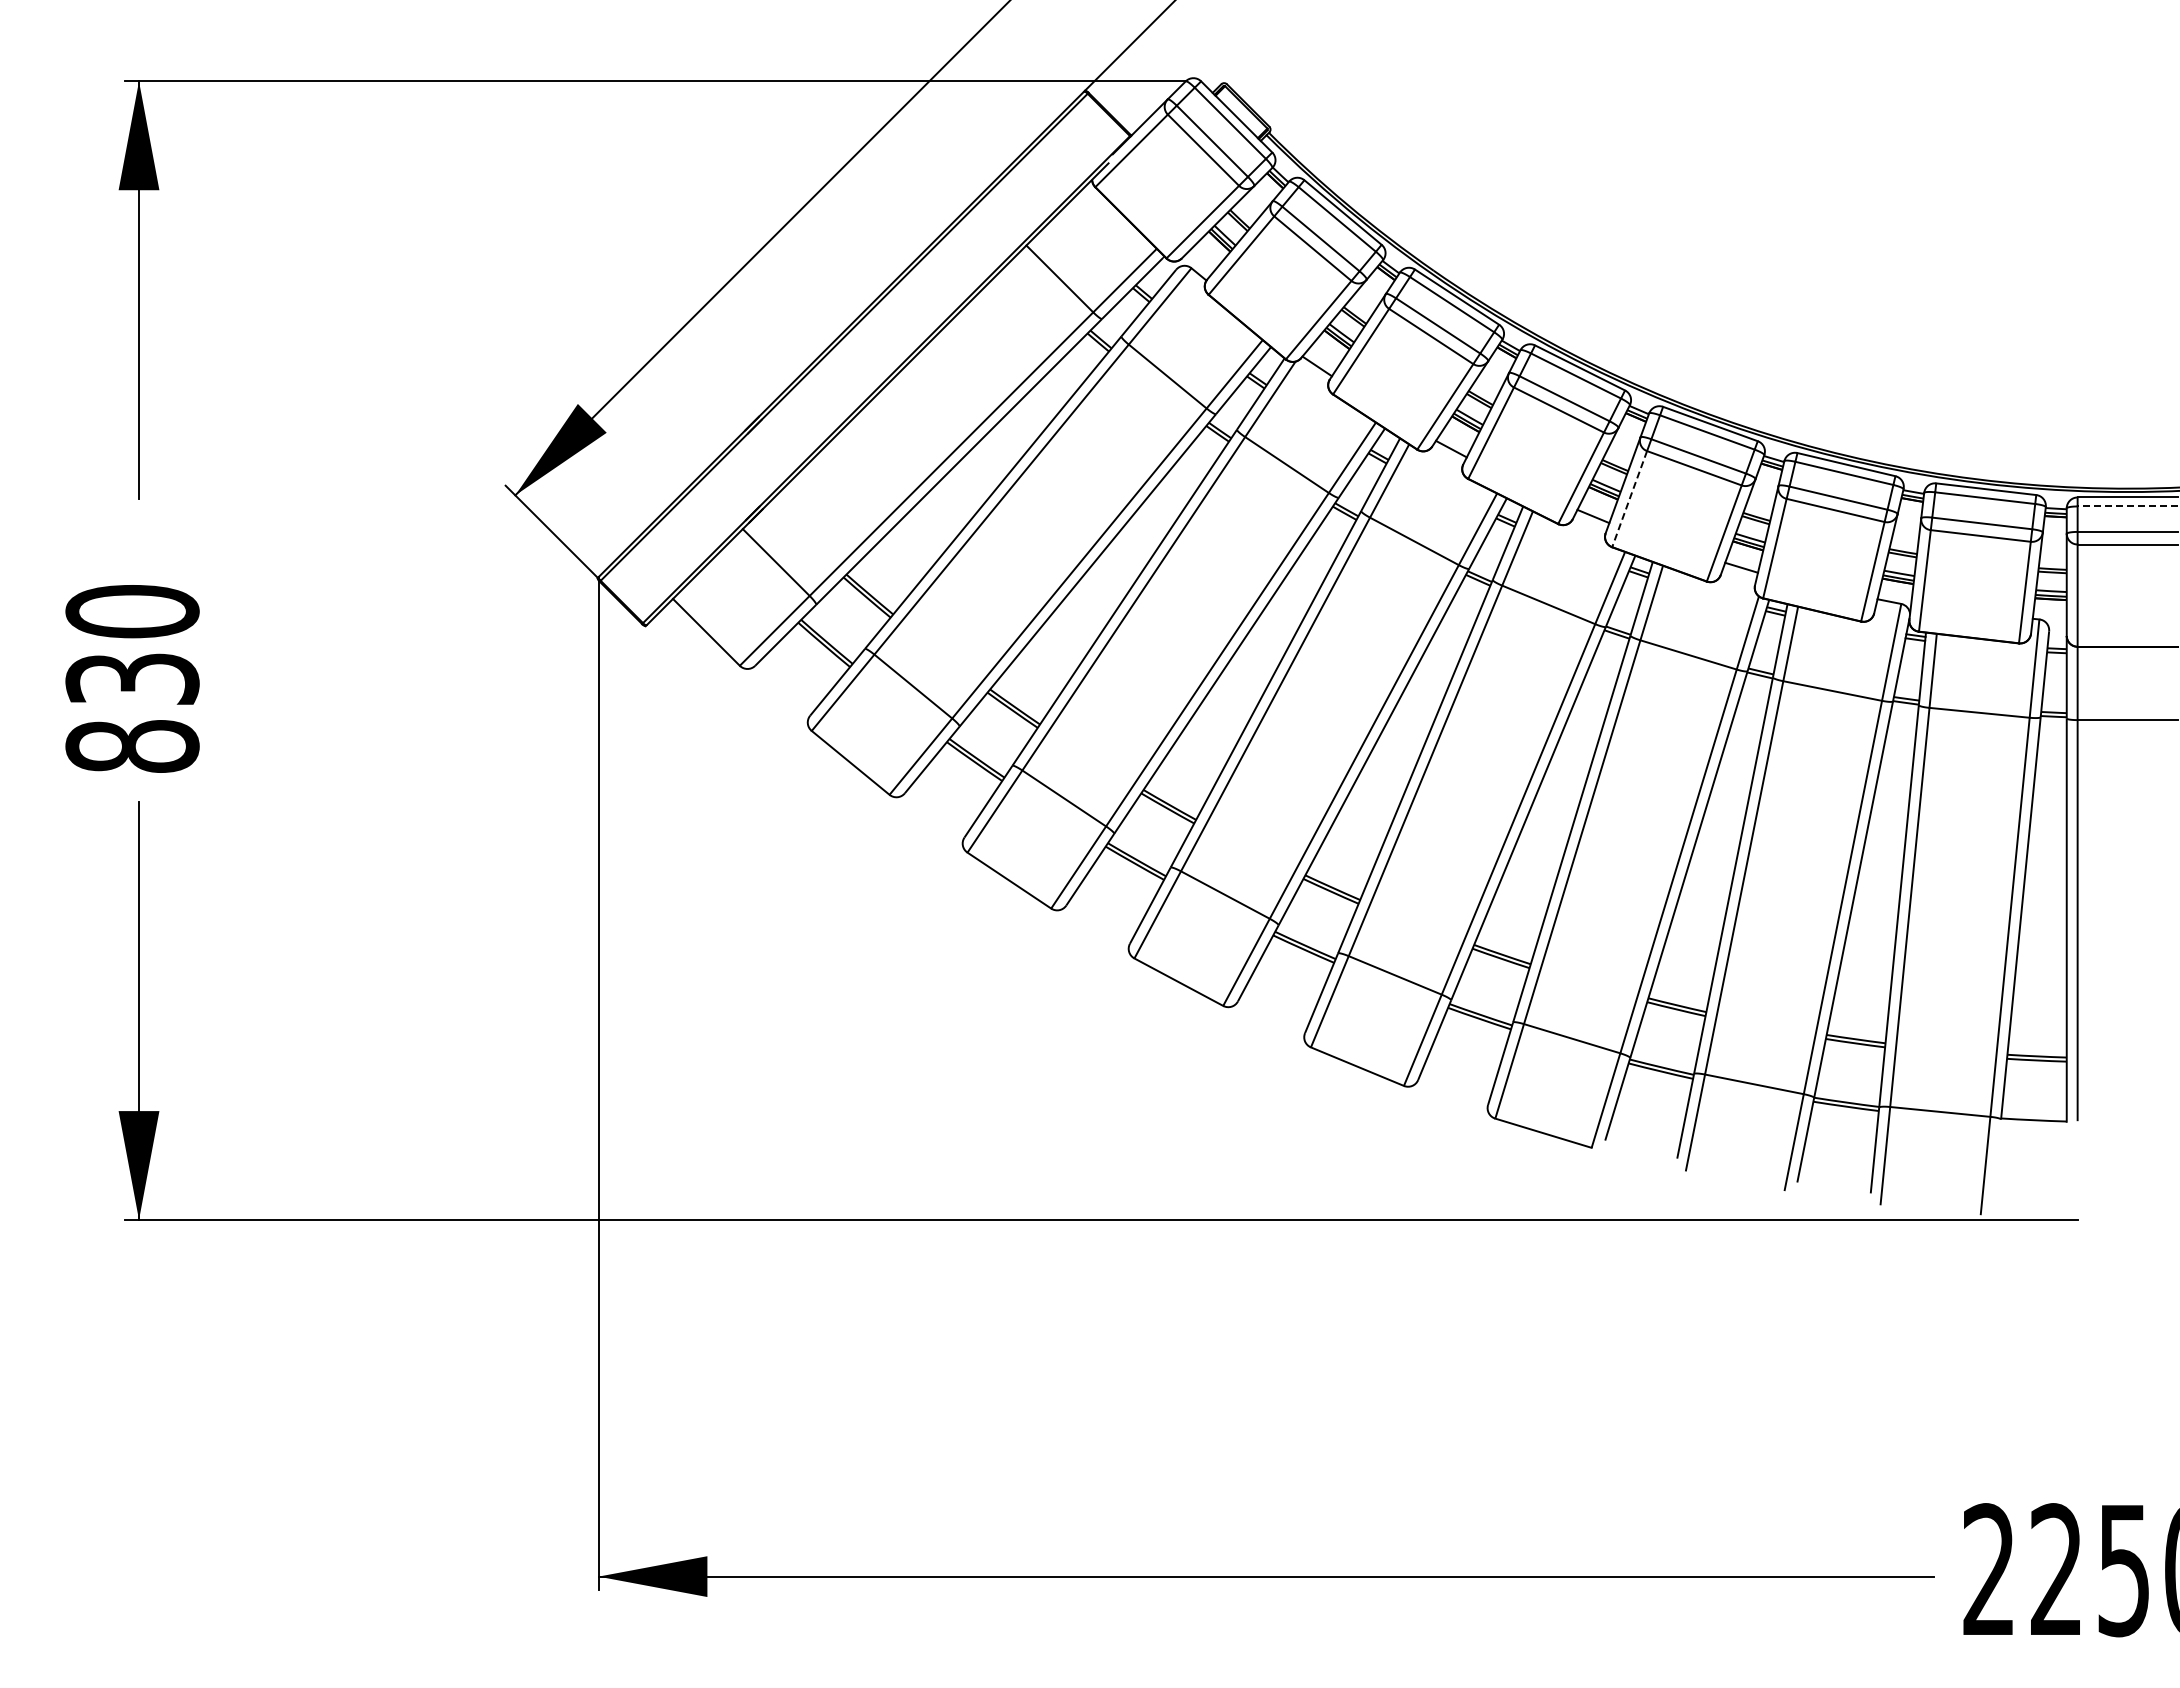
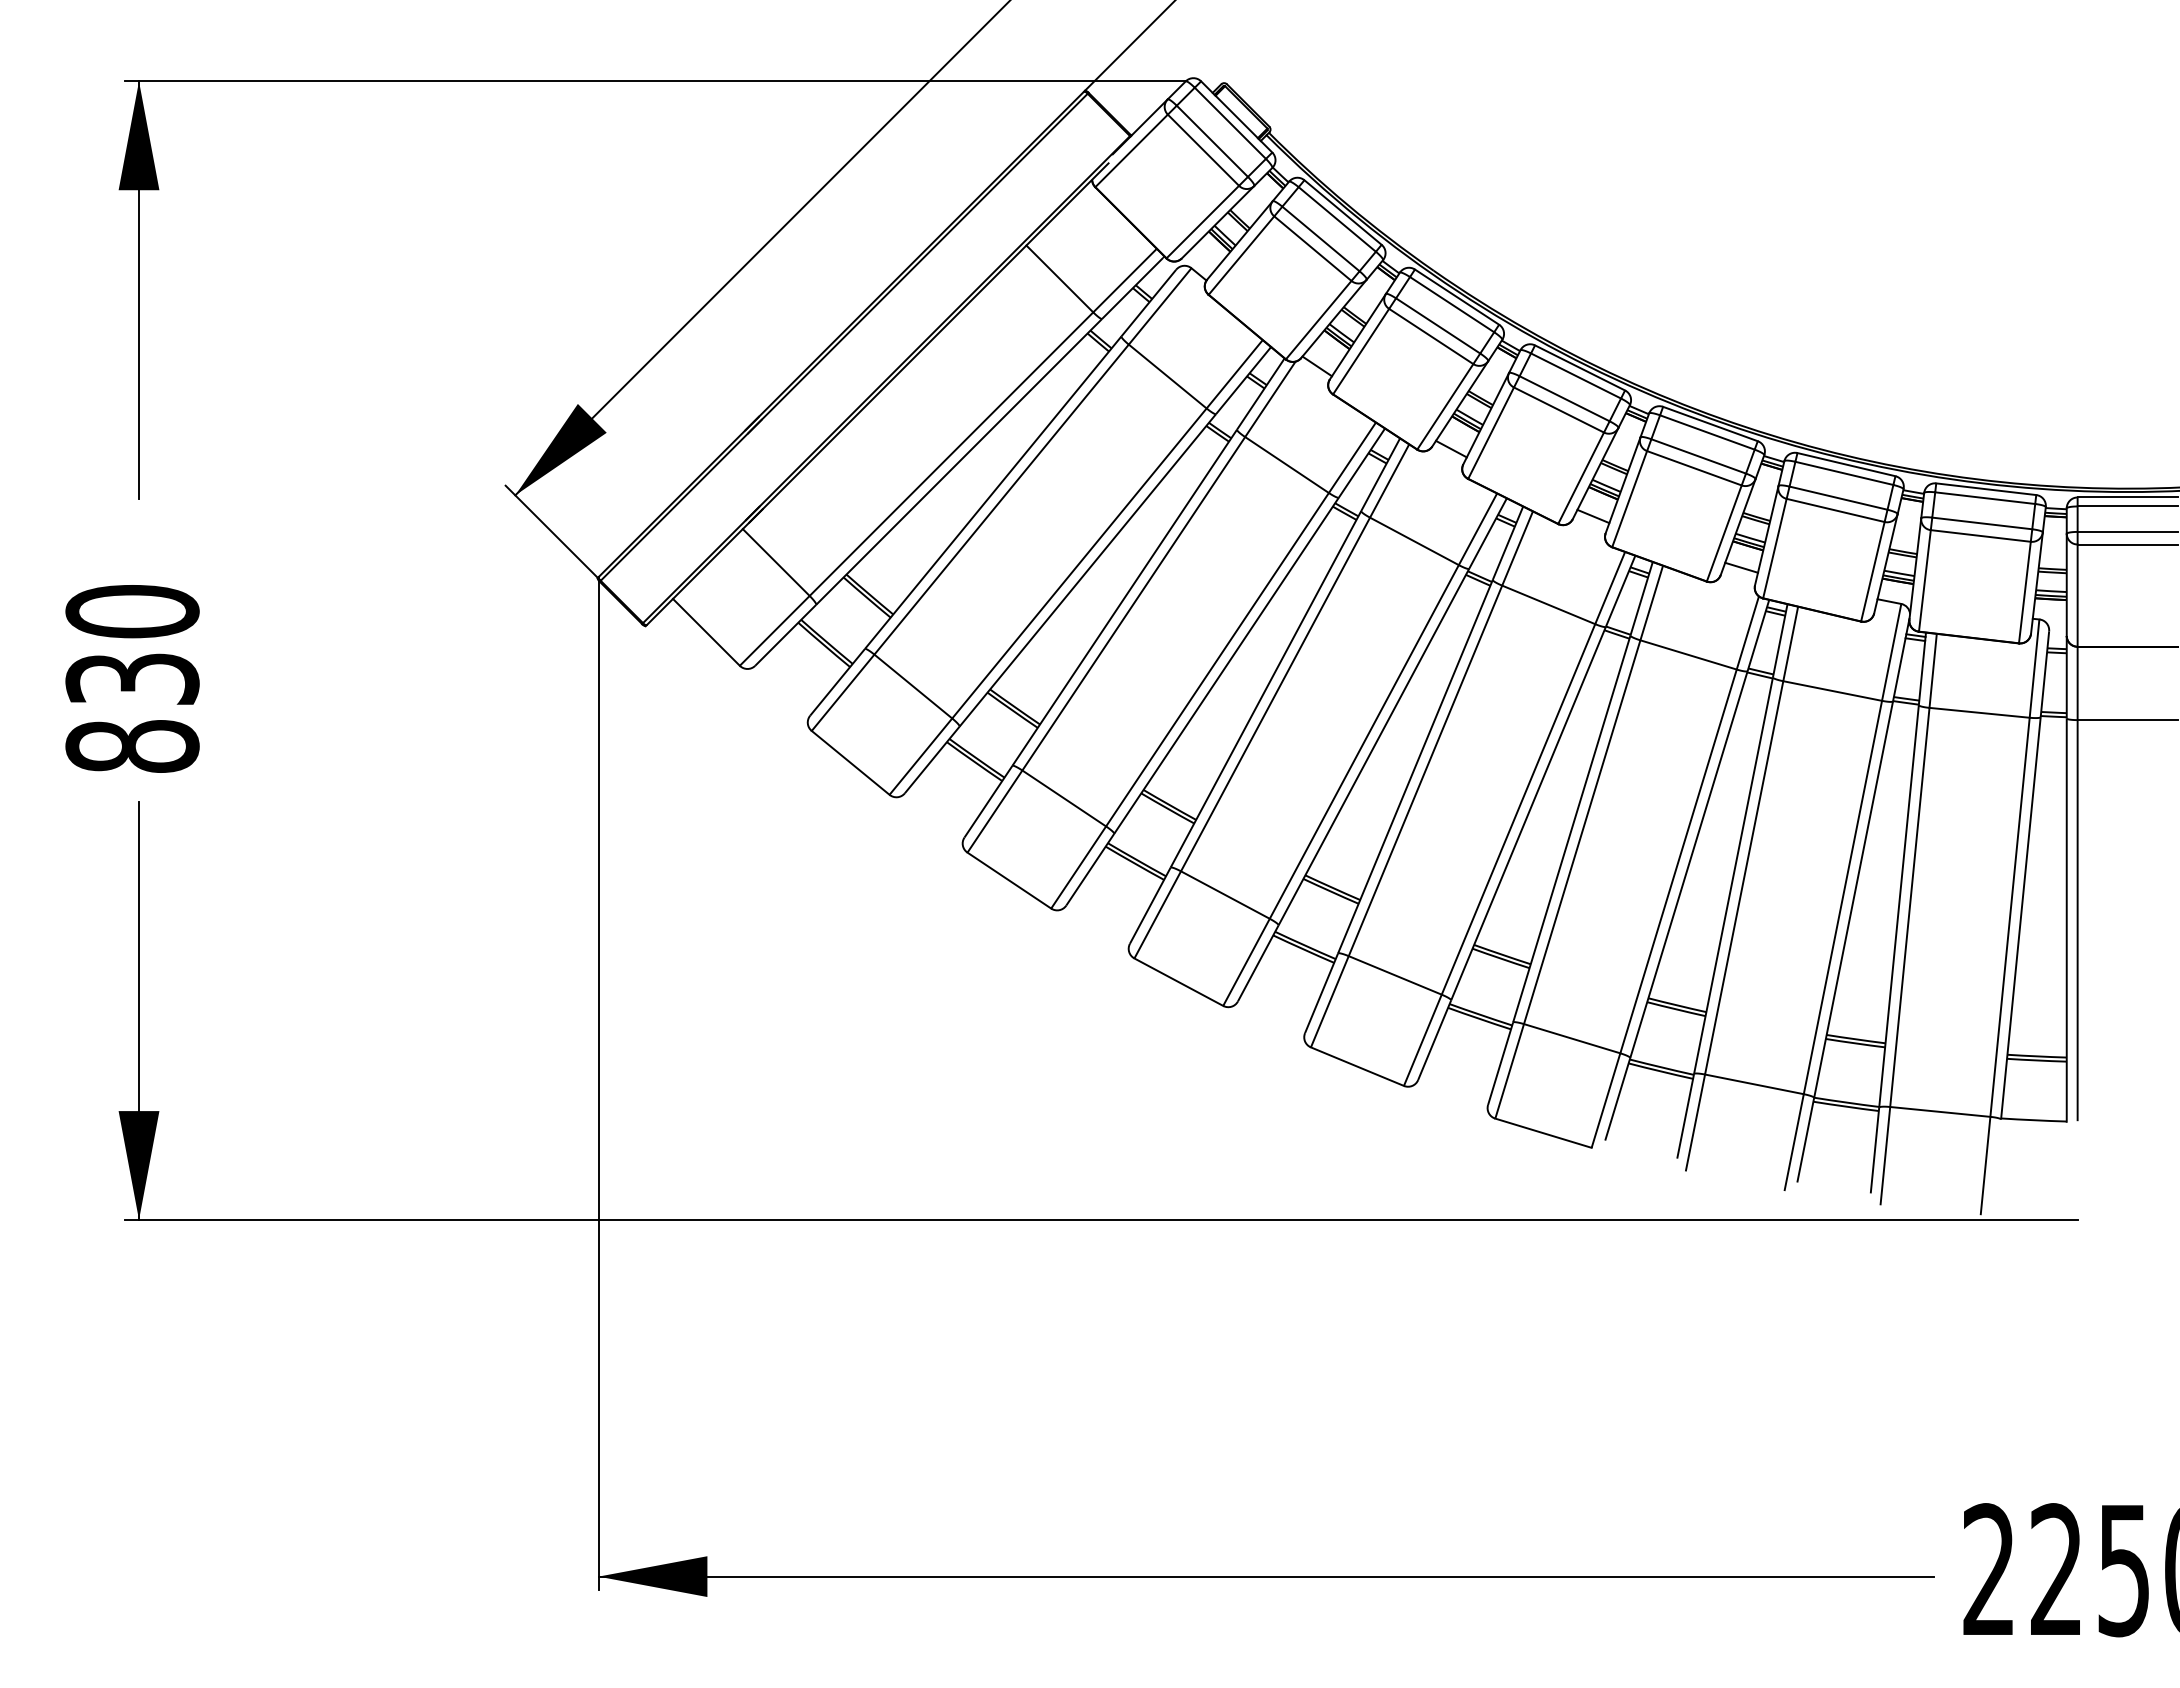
line at (1629, 499): dashed -> solid
line at (2127, 506): dashed -> solid
